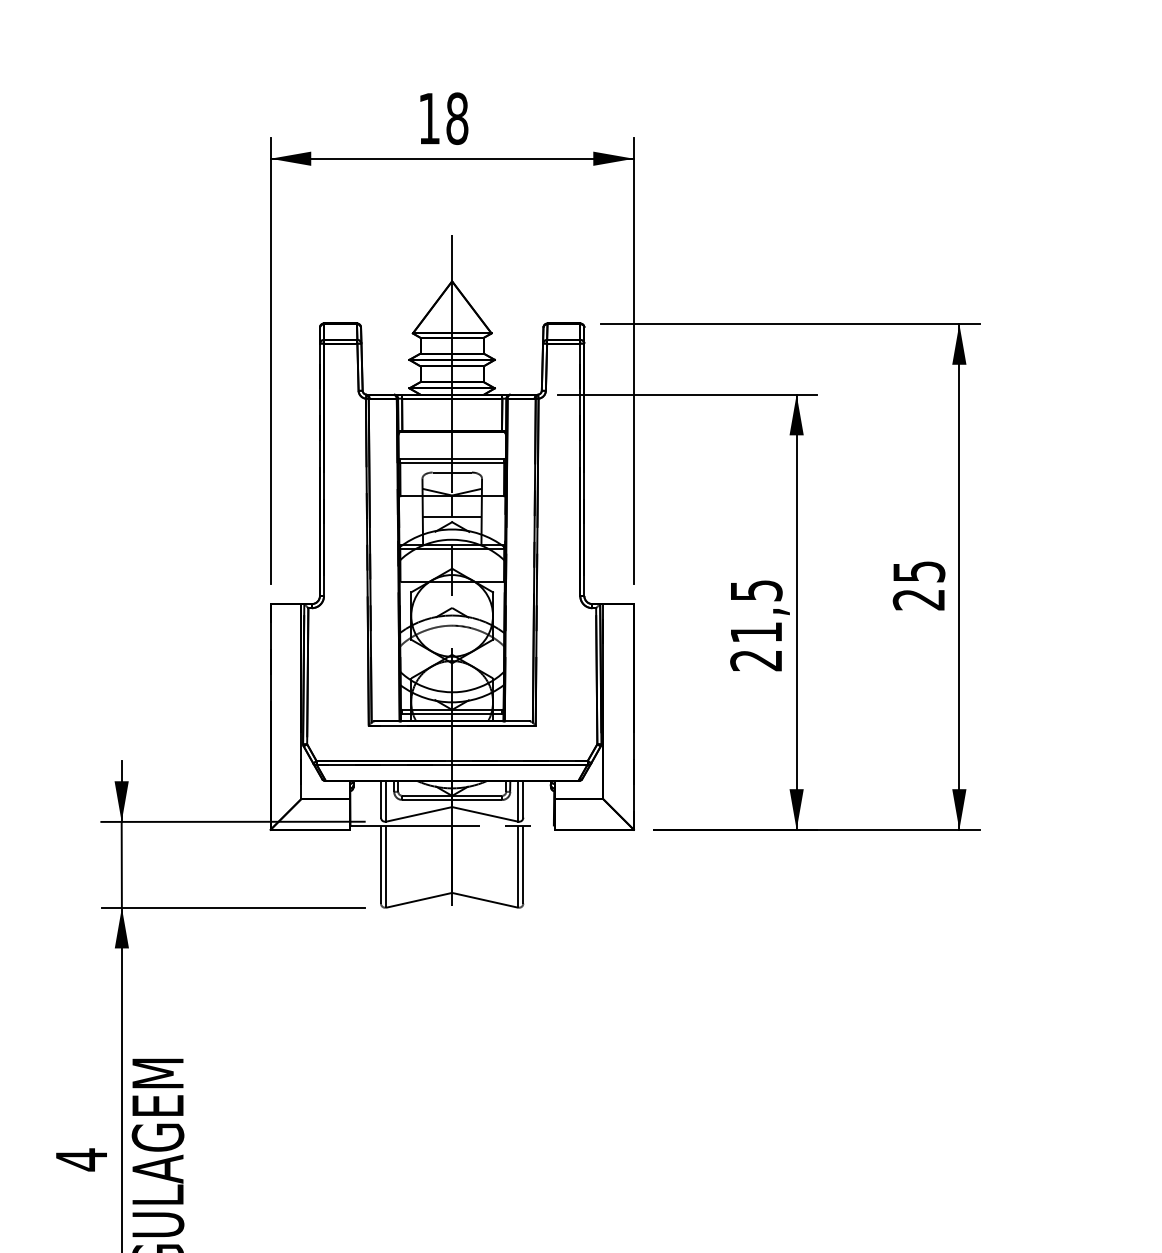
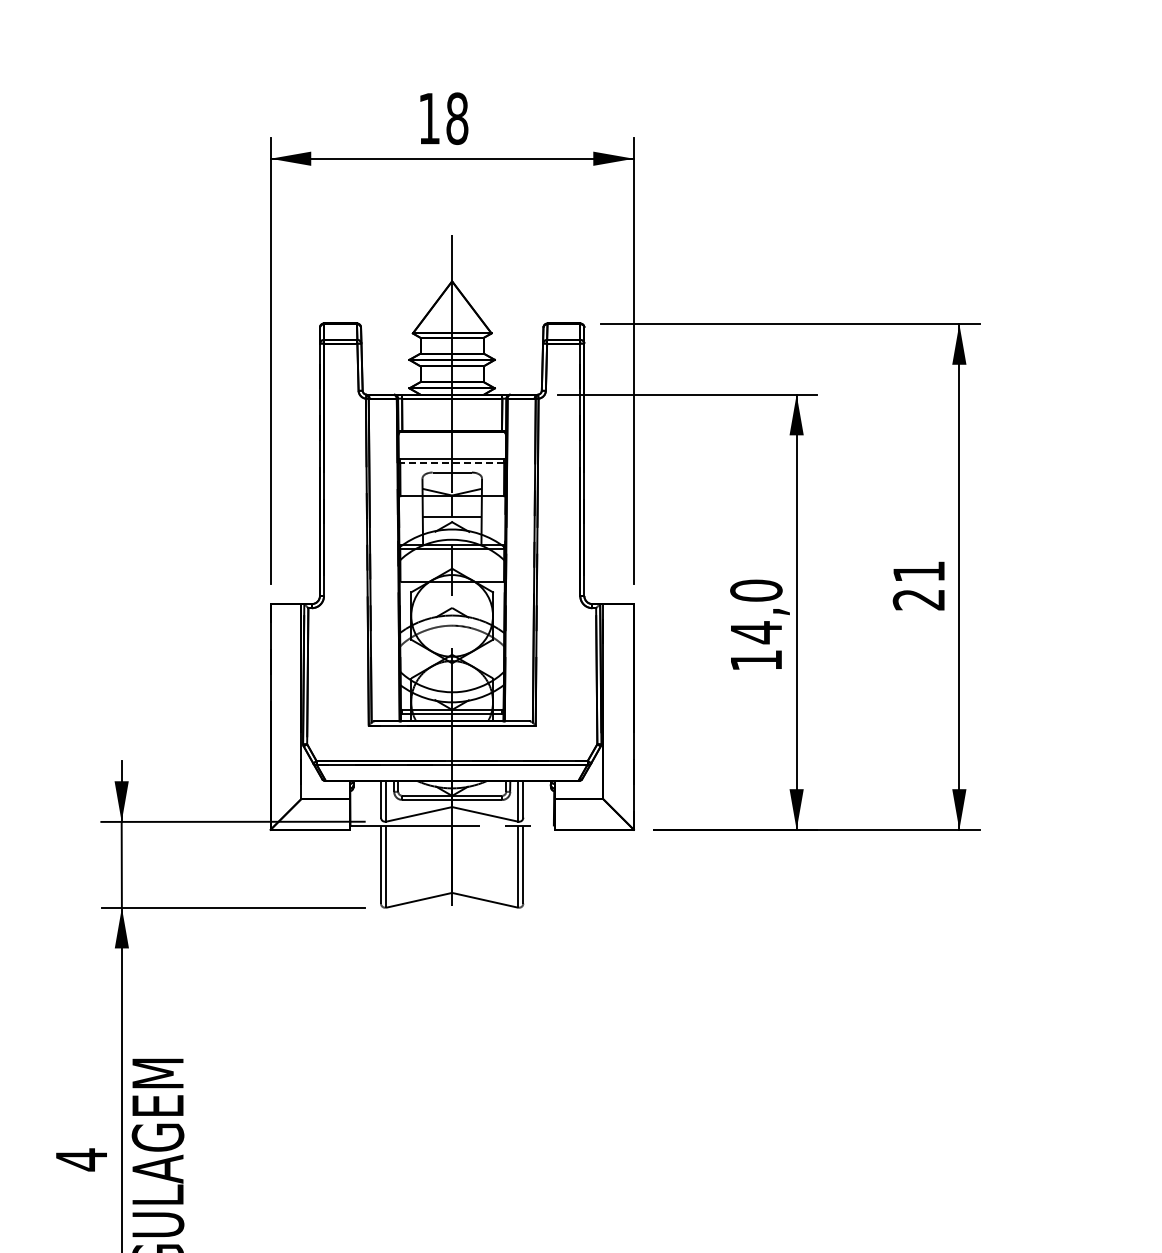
line at (452, 463): solid -> dashed
text at (919, 571): 25 -> 21
text at (756, 625): 21,5 -> 14,0
